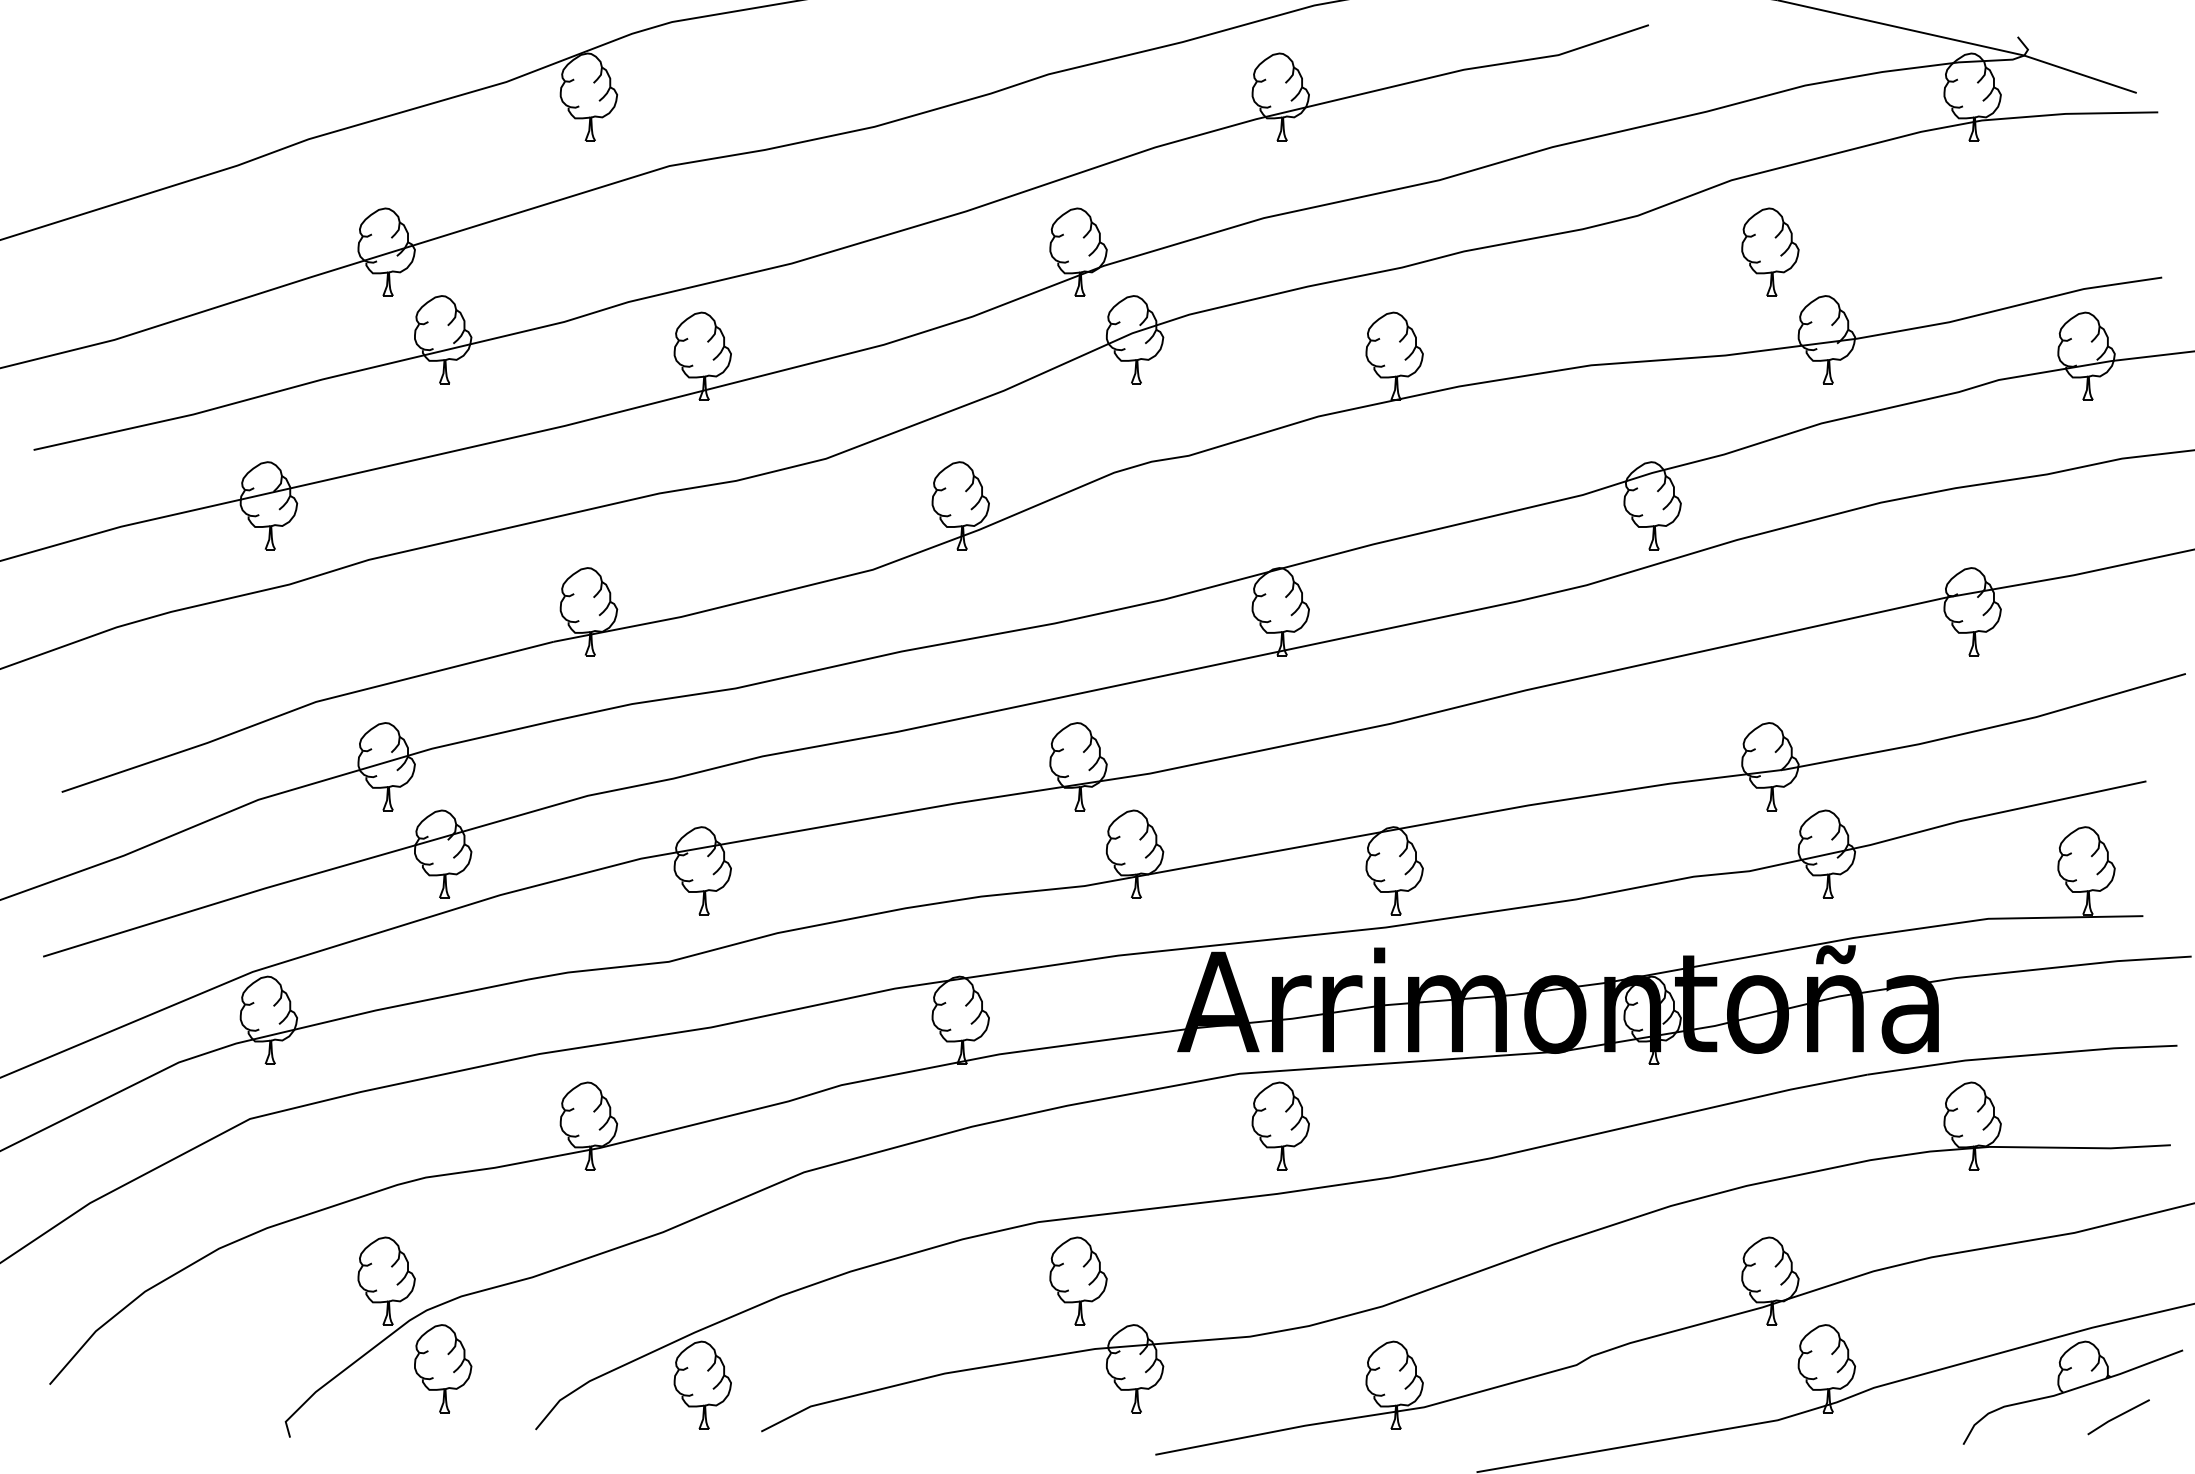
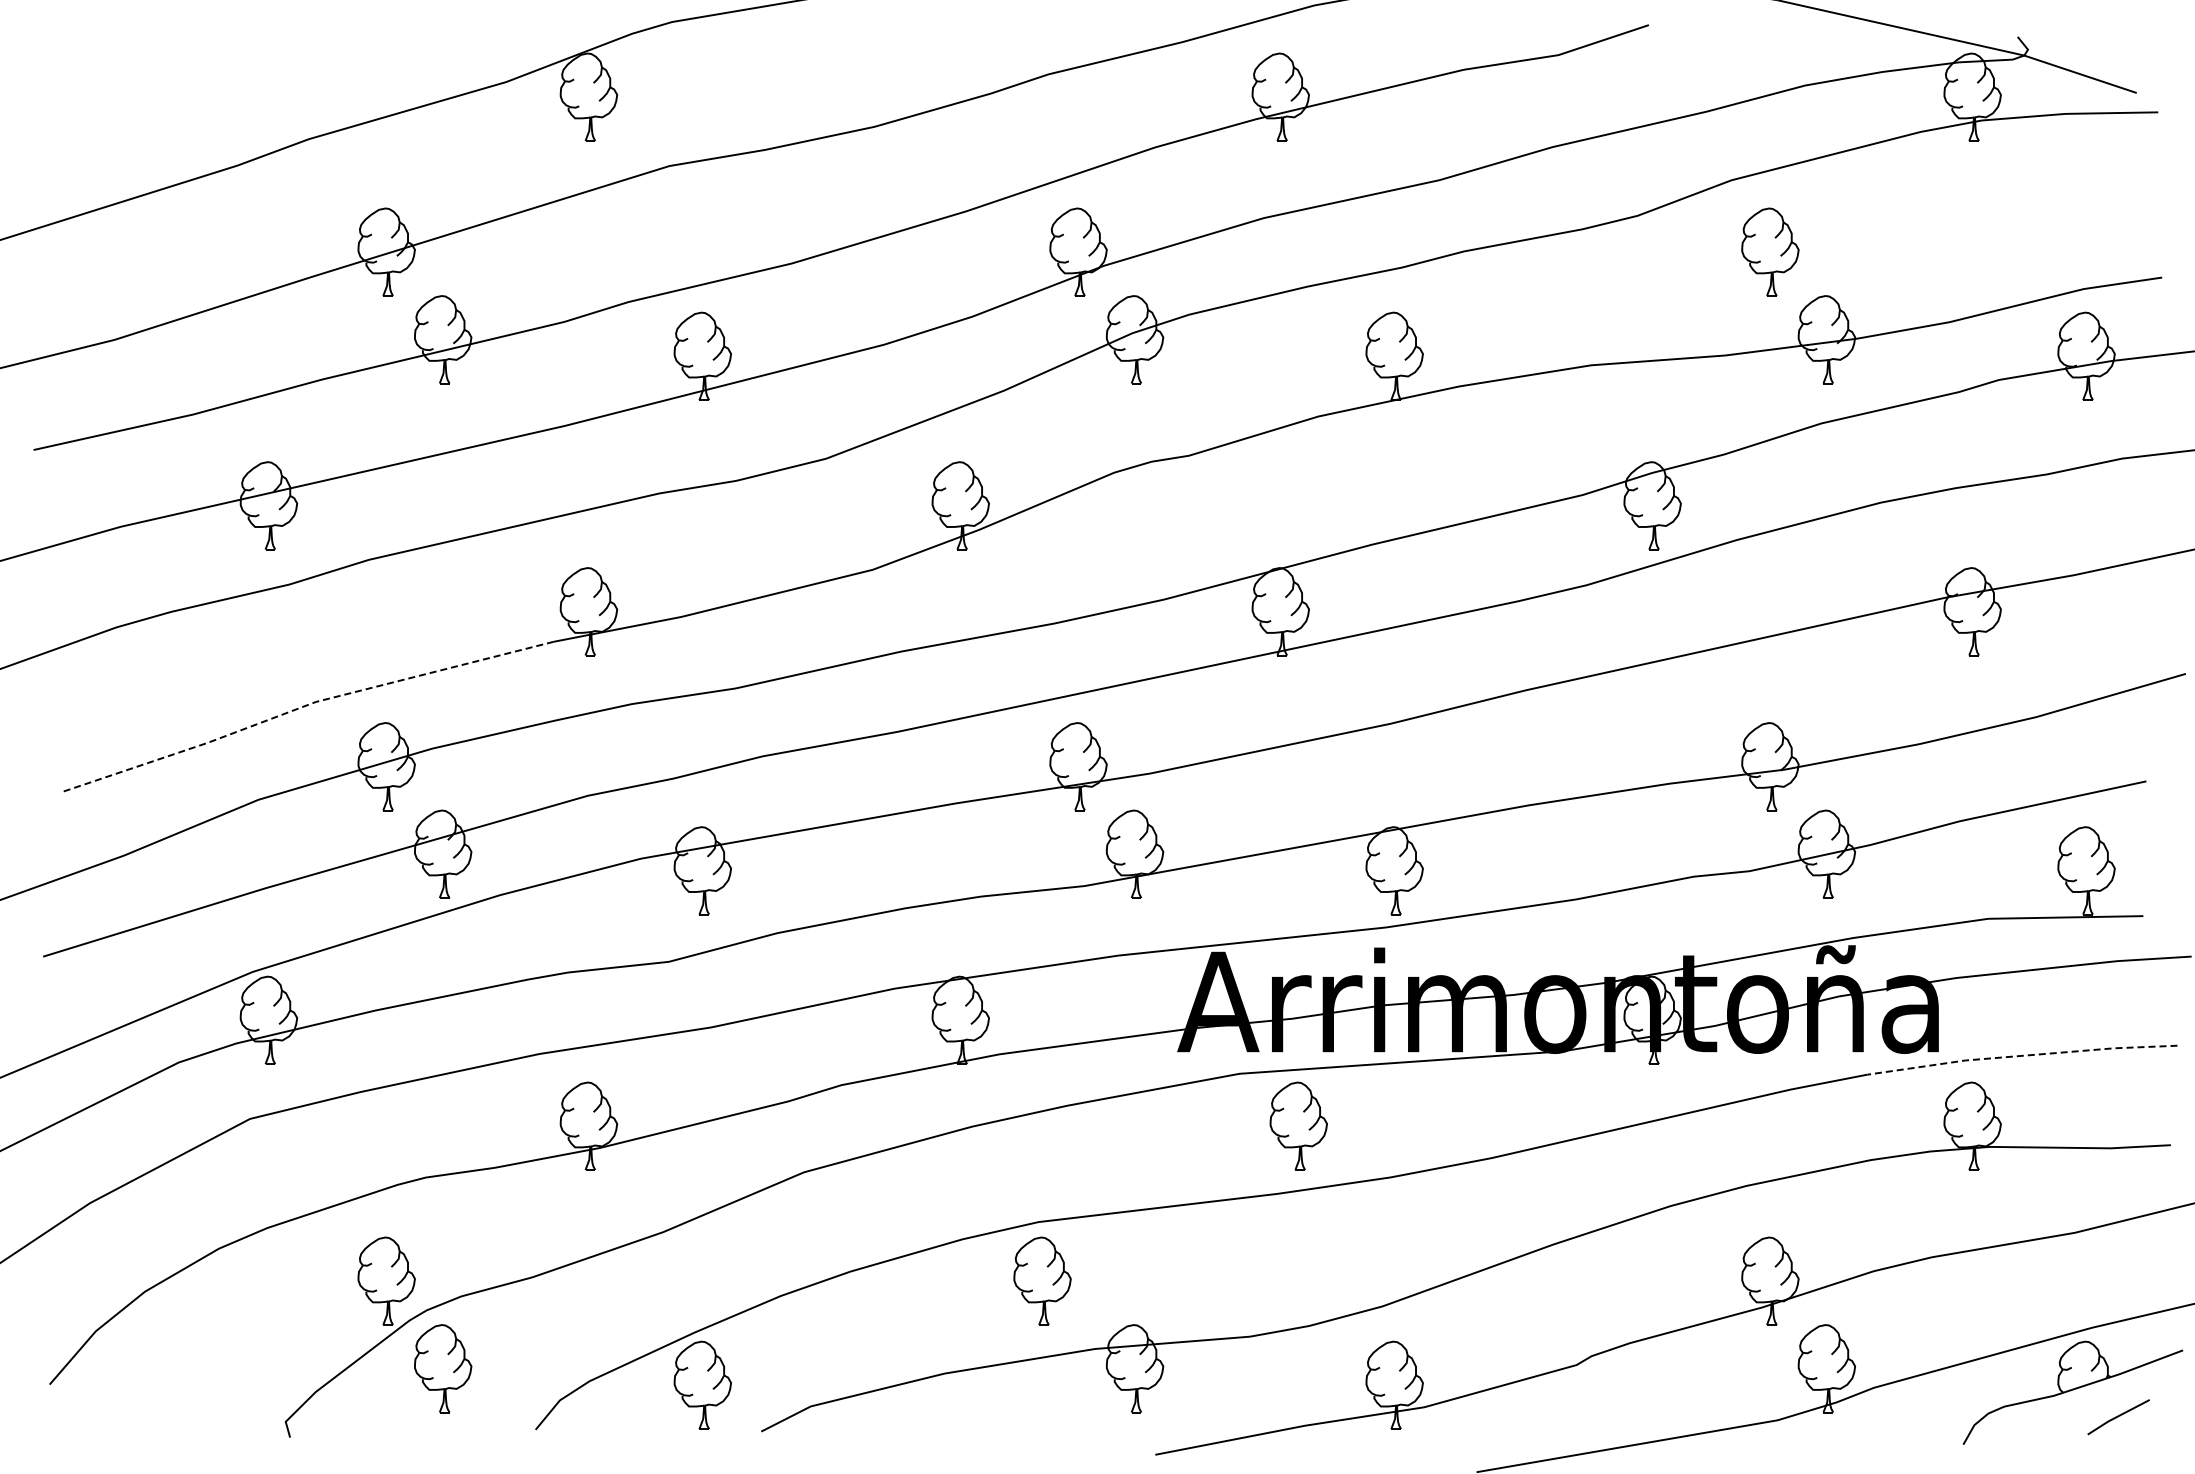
line at (304, 706): solid -> dashed
line at (2021, 1055): solid -> dashed
part at (1280, 1125) position: (1280, 1125) -> (1298, 1125)
part at (1078, 1280) position: (1078, 1280) -> (1042, 1280)
